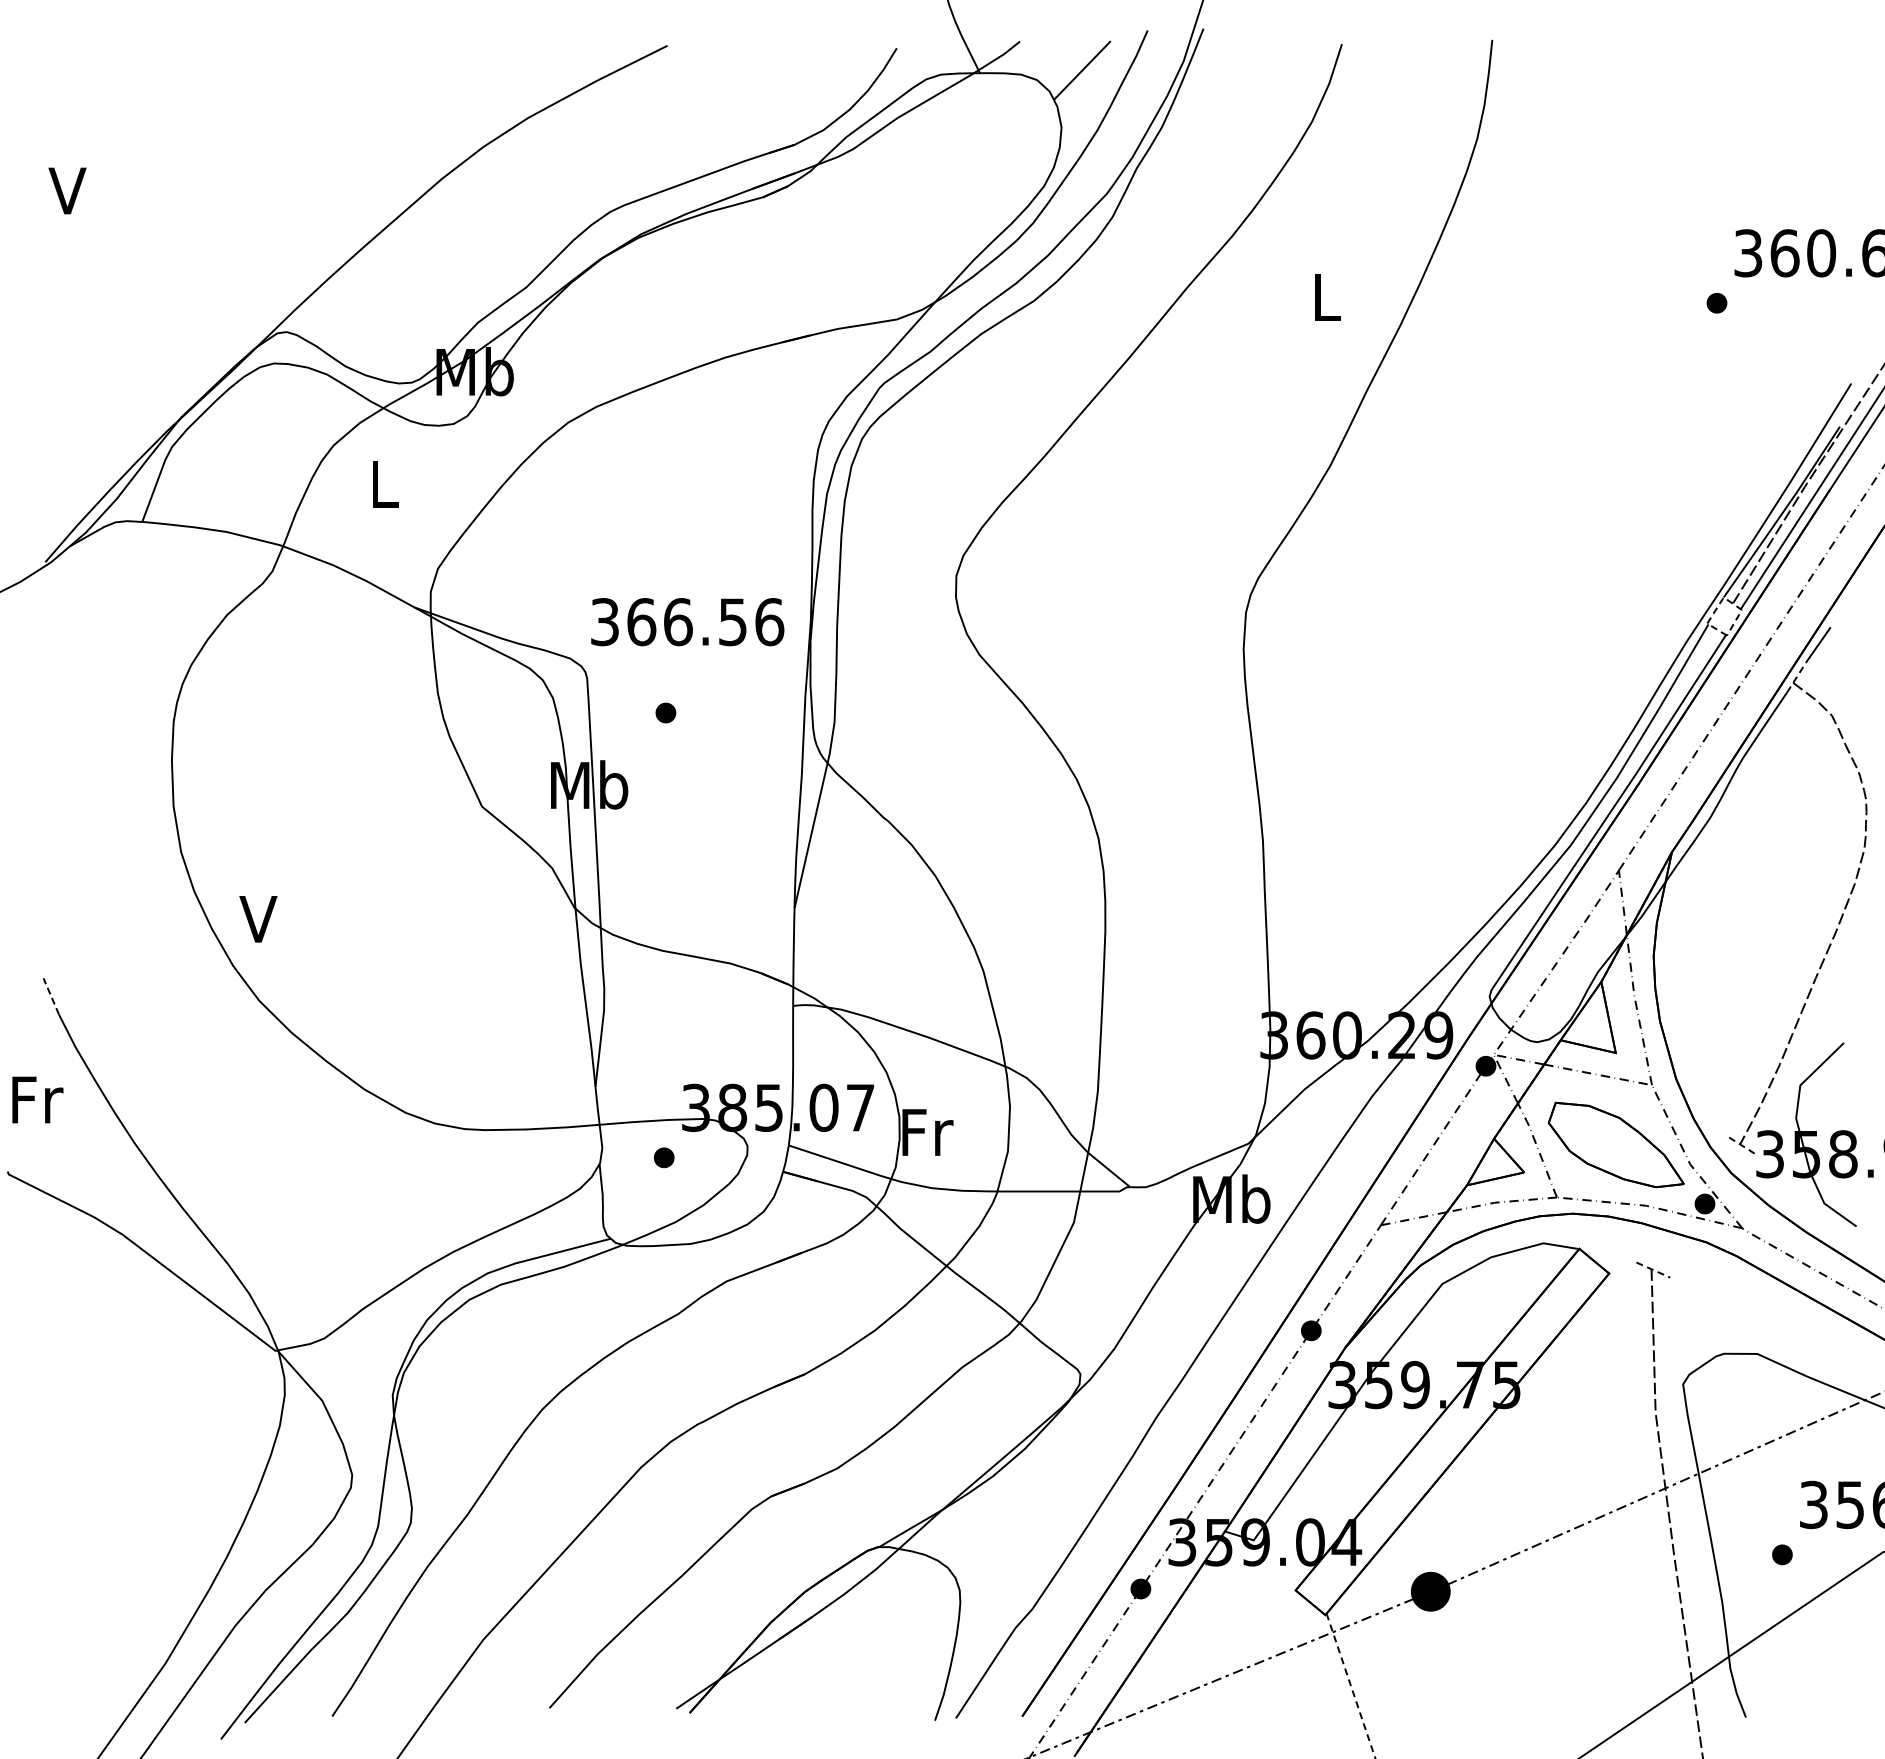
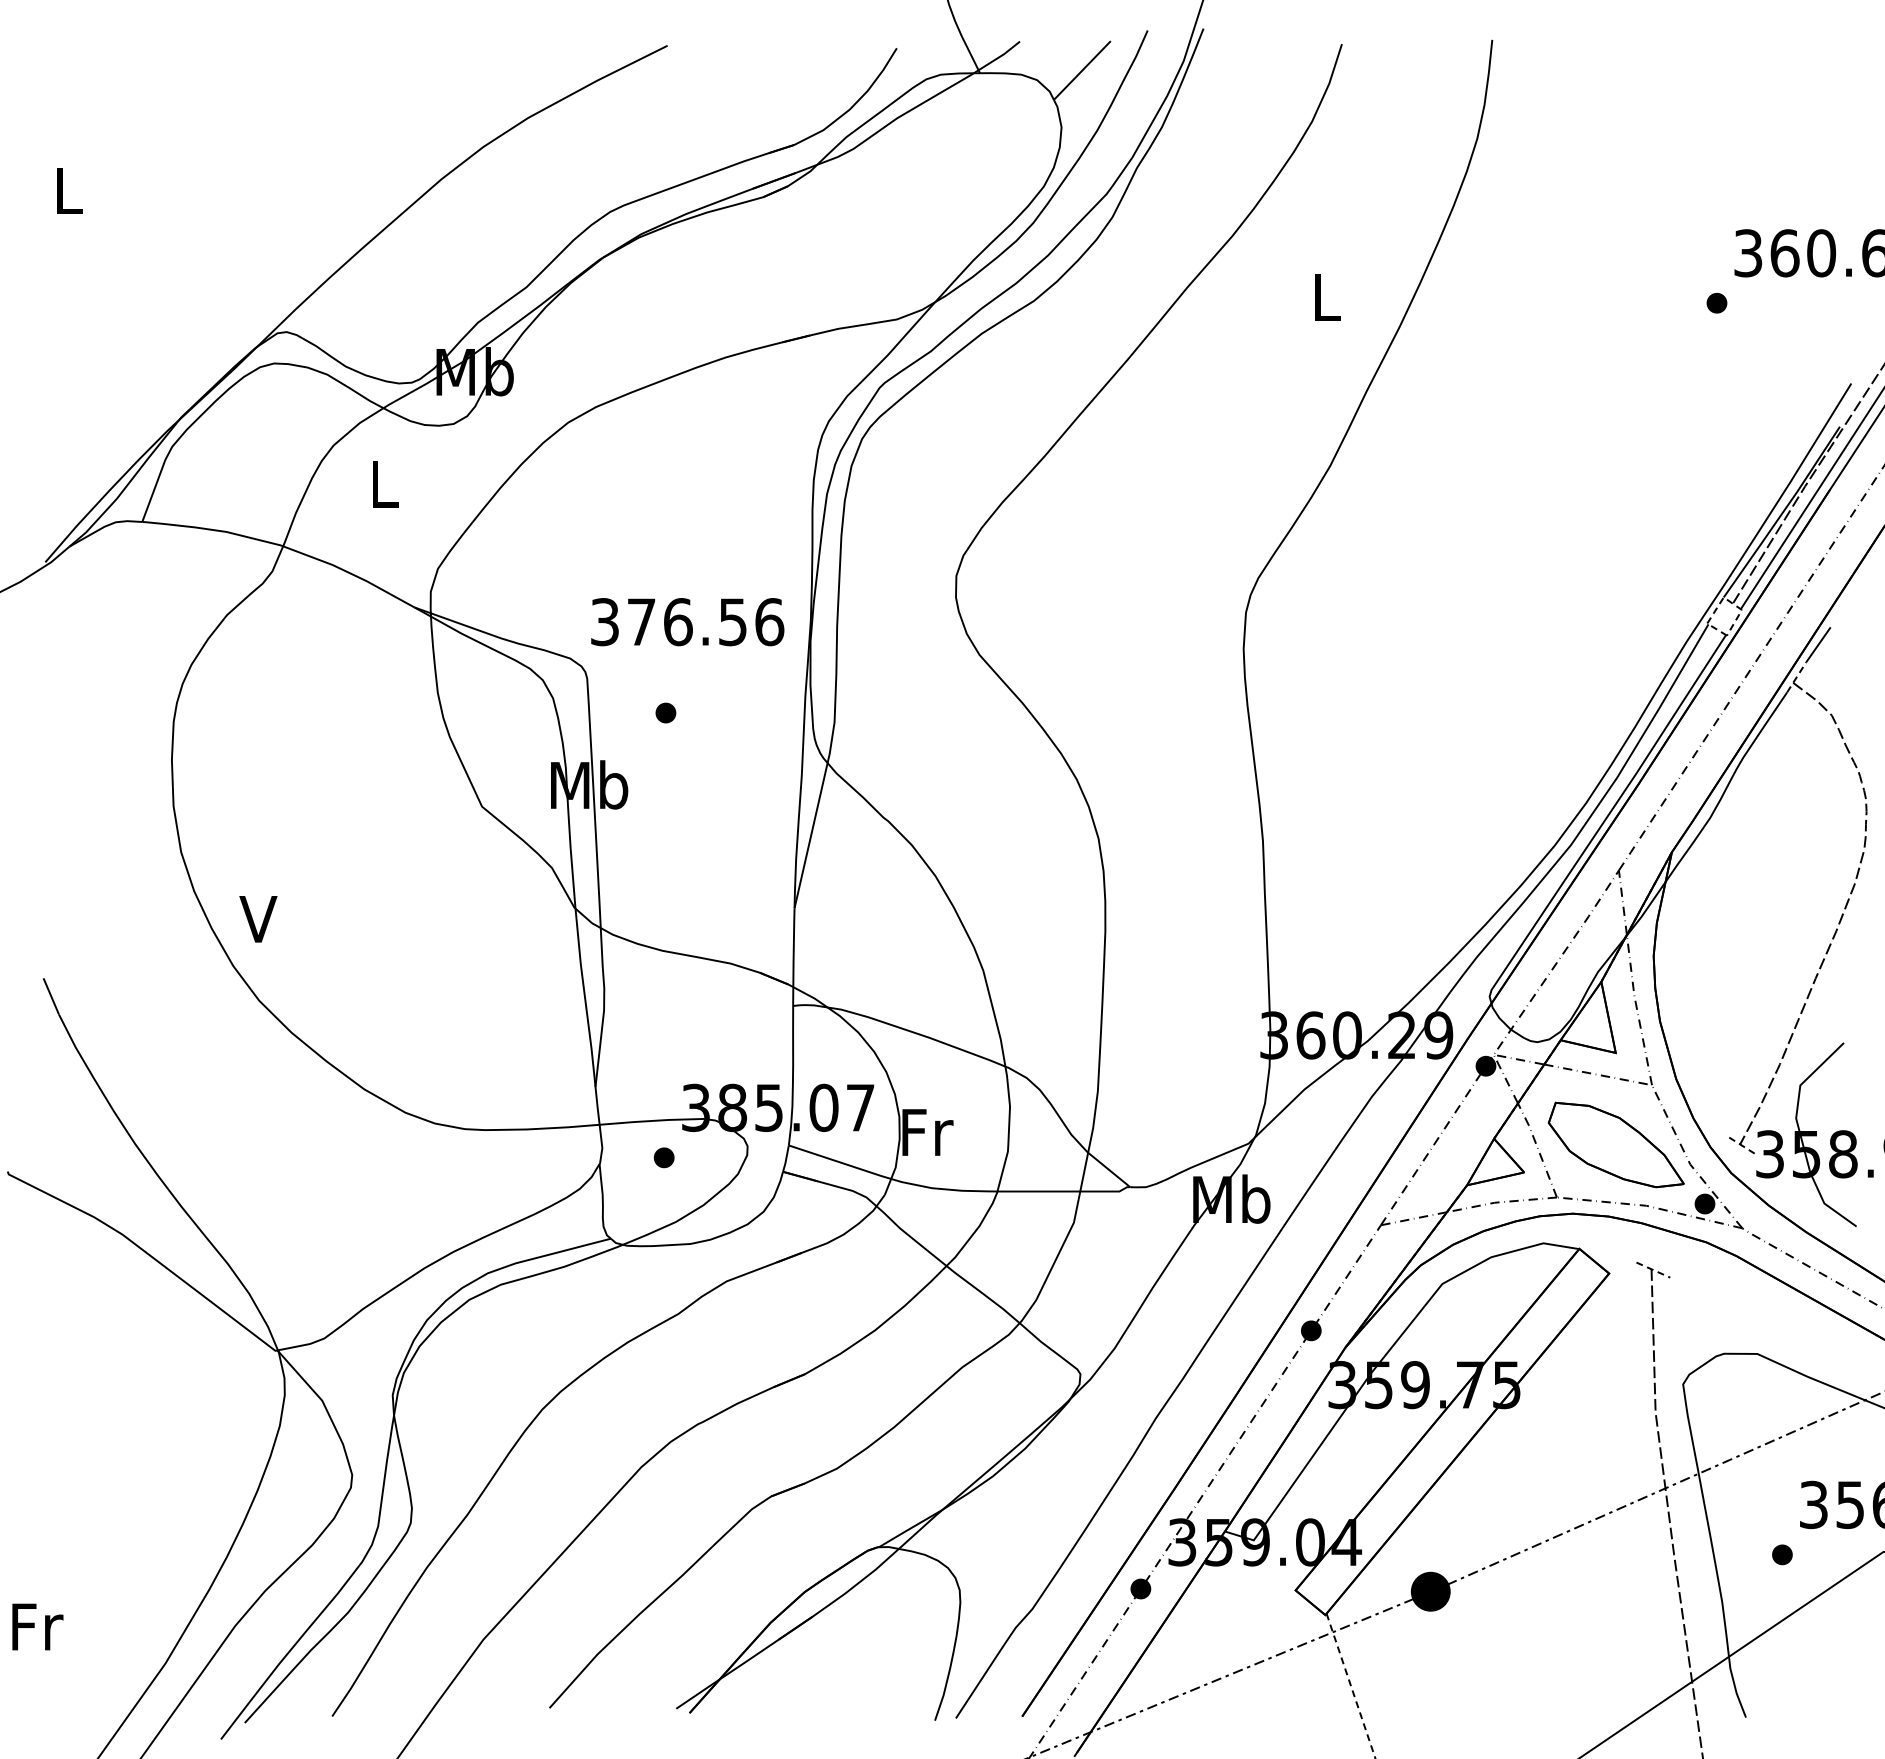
text at (67, 190): V -> L
text at (641, 622): 366.56 -> 376.56
line at (51, 996): dashed -> solid
text at (37, 1099) position: (37, 1099) -> (37, 1626)
